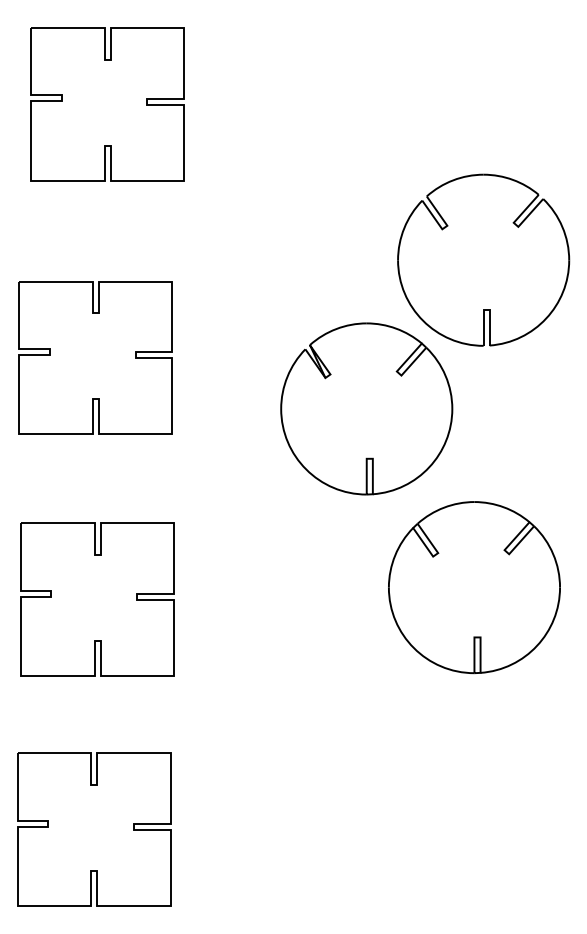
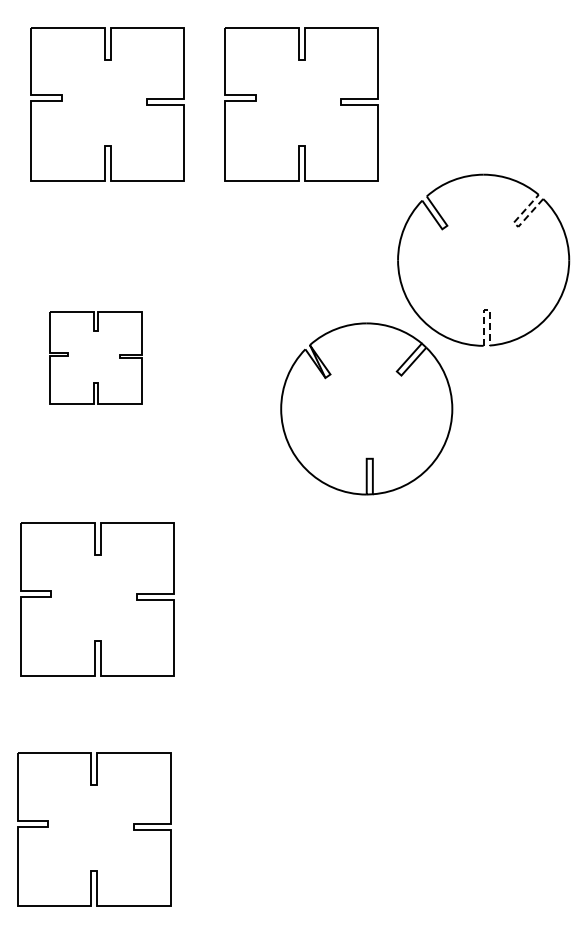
part at (301, 104): none -> present
line at (515, 224): solid -> dashed
line at (487, 310): solid -> dashed
part at (95, 357) size: 155x154 px -> 94x94 px
part at (474, 587): present -> none
